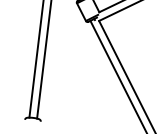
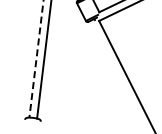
line at (36, 59): solid -> dashed
line at (117, 75): present -> none
